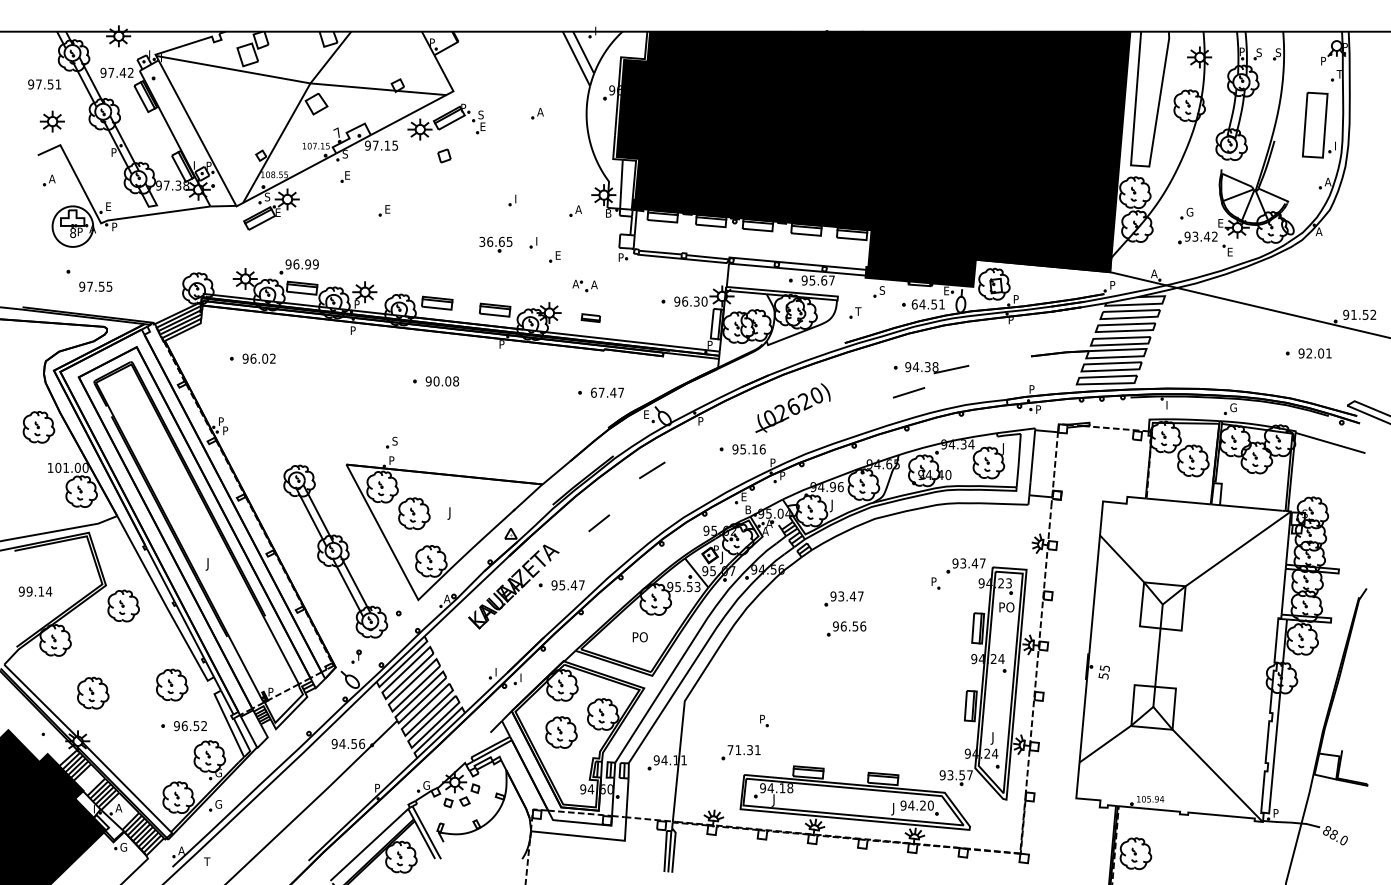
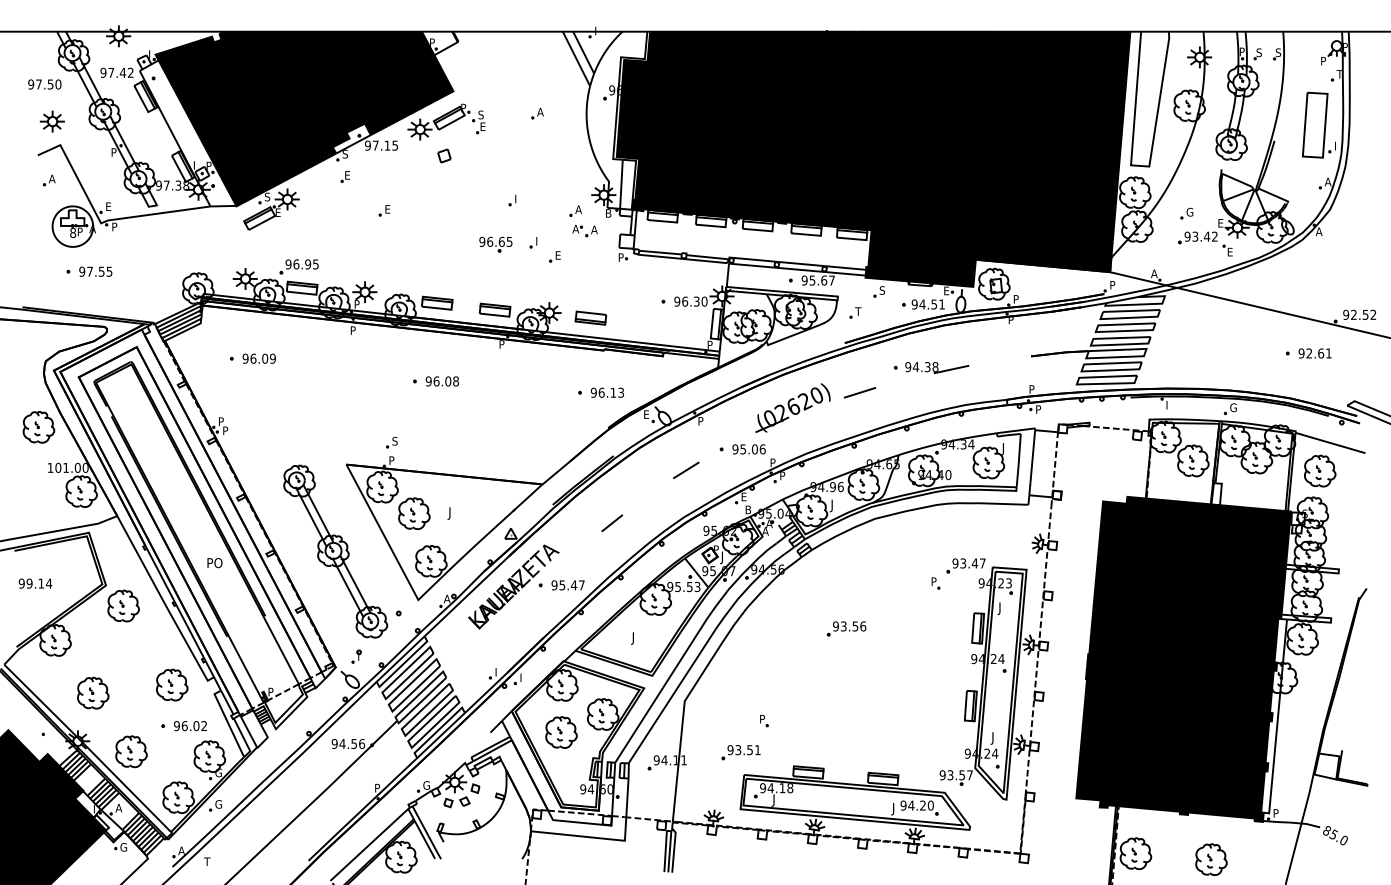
text at (58, 84): 97.51 -> 97.50
fill at (304, 118): none -> present
text at (482, 241): 36.65 -> 96.65
text at (315, 264): 96.99 -> 96.95
part at (584, 285) position: (584, 285) -> (584, 230)
text at (95, 286) position: (95, 286) -> (95, 271)
text at (914, 304): 64.51 -> 94.51
text at (1353, 314): 91.52 -> 92.52
part at (590, 317) size: 21x10 px -> 34x16 px
text at (1321, 353): 92.01 -> 92.61
text at (272, 358): 96.02 -> 96.09
text at (436, 380): 90.08 -> 96.08
text at (606, 392): 67.47 -> 96.13
line at (908, 392) position: (908, 392) -> (859, 392)
text at (754, 449): 95.16 -> 95.06
line at (652, 470) position: (652, 470) -> (686, 470)
part at (1320, 470): none -> present
line at (599, 523) position: (599, 523) -> (612, 523)
text at (213, 564): J -> PO
text at (35, 591) position: (35, 591) -> (35, 583)
part at (843, 598): present -> none
text at (1005, 608): PO -> J
text at (843, 626): 96.56 -> 93.56
text at (639, 638): PO -> J
fill at (1183, 658): none -> present
text at (196, 726): 96.52 -> 96.02
text at (739, 750): 71.31 -> 93.51
part at (131, 751): none -> present
text at (1333, 834): 88.0 -> 85.0
part at (1211, 859): none -> present
